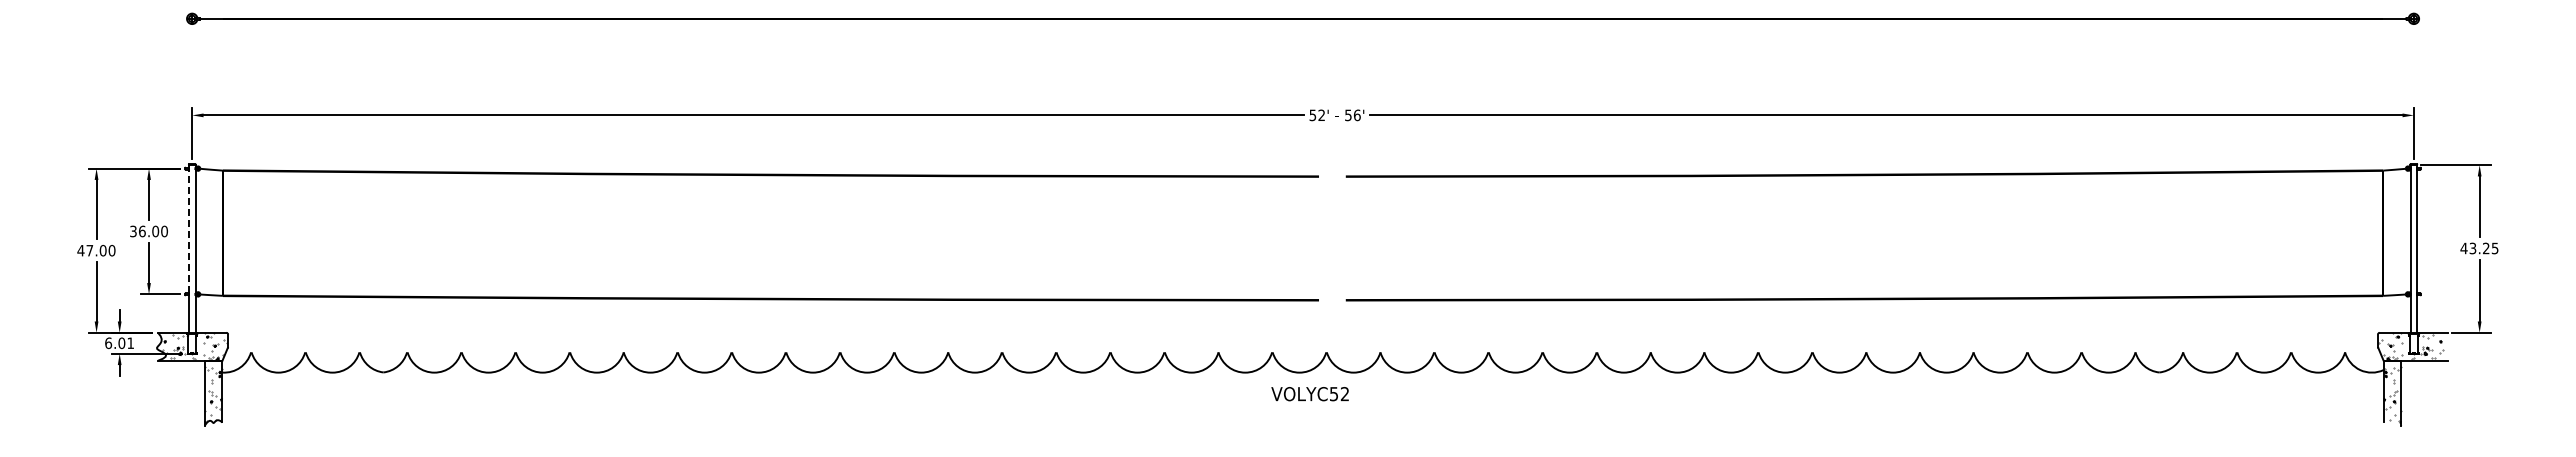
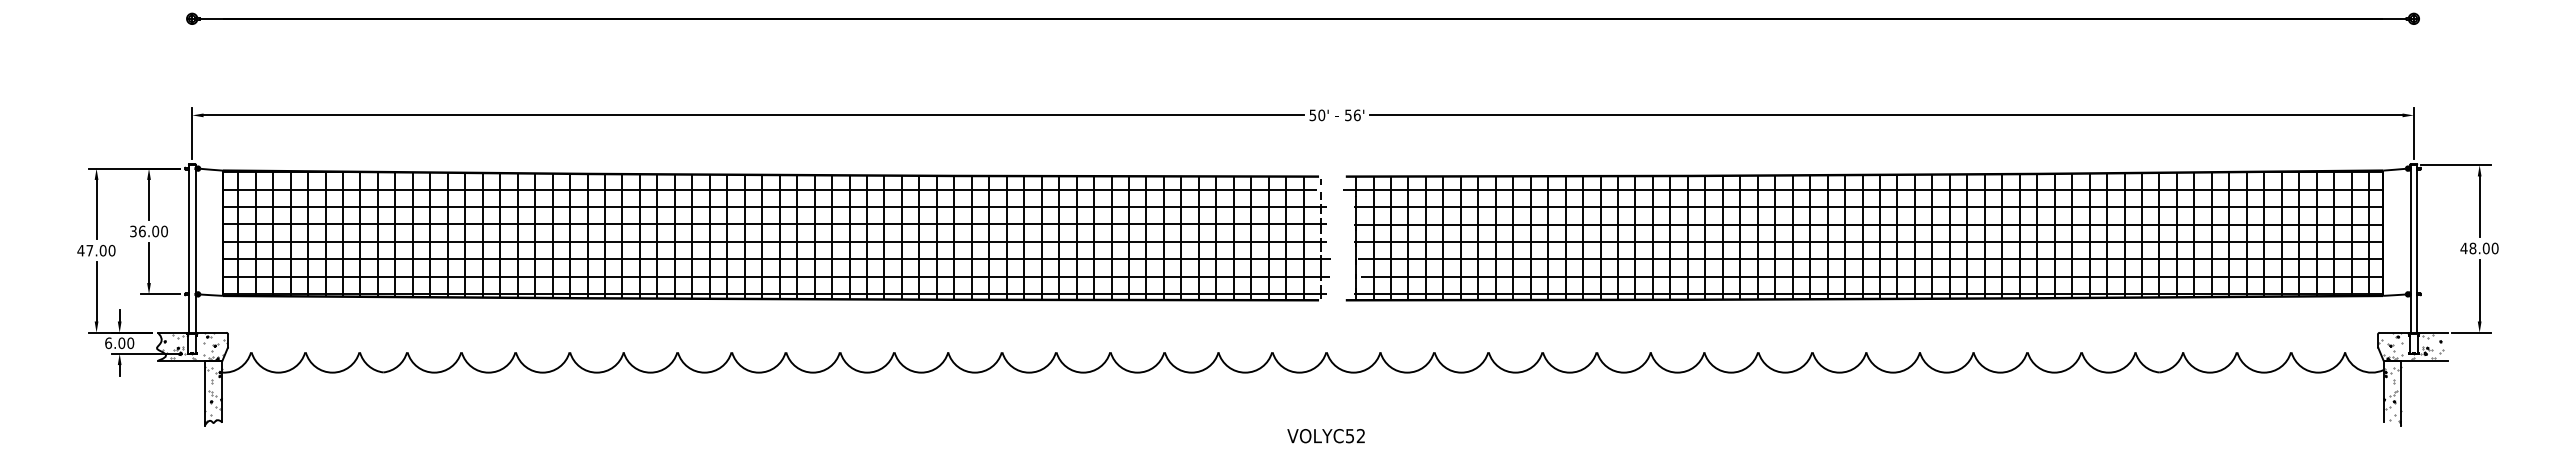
text at (1321, 115): 52' -> 50'
line at (188, 231): dashed -> solid
hatch at (776, 235): none -> present
hatch at (1863, 235): none -> present
text at (2483, 248): 43.25 -> 48.00
text at (130, 343): 6.01 -> 6.00
text at (1309, 394) position: (1309, 394) -> (1325, 436)
